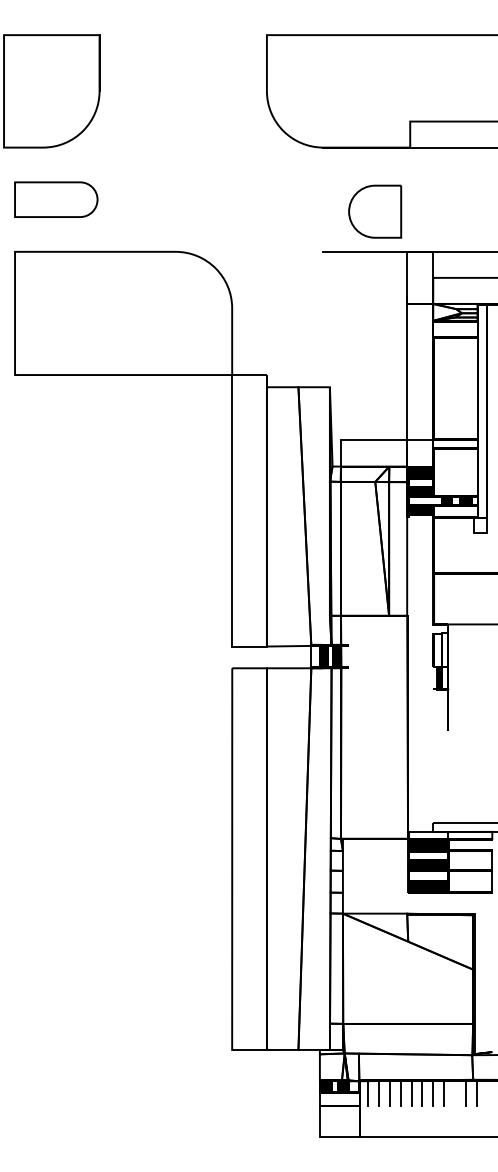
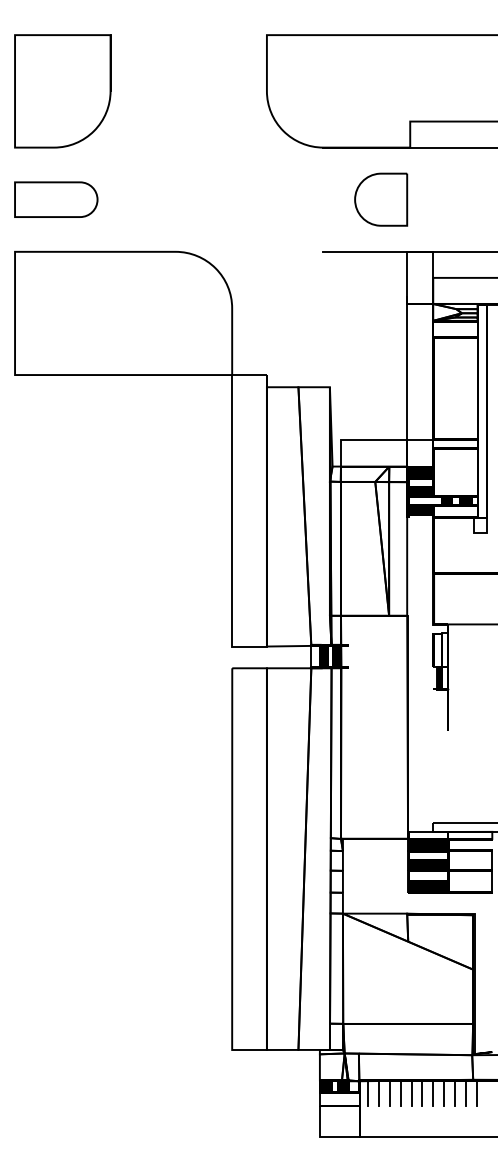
part at (51, 91) position: (51, 91) -> (62, 91)
part at (375, 211) position: (375, 211) -> (381, 199)
line at (454, 1093): none -> present
